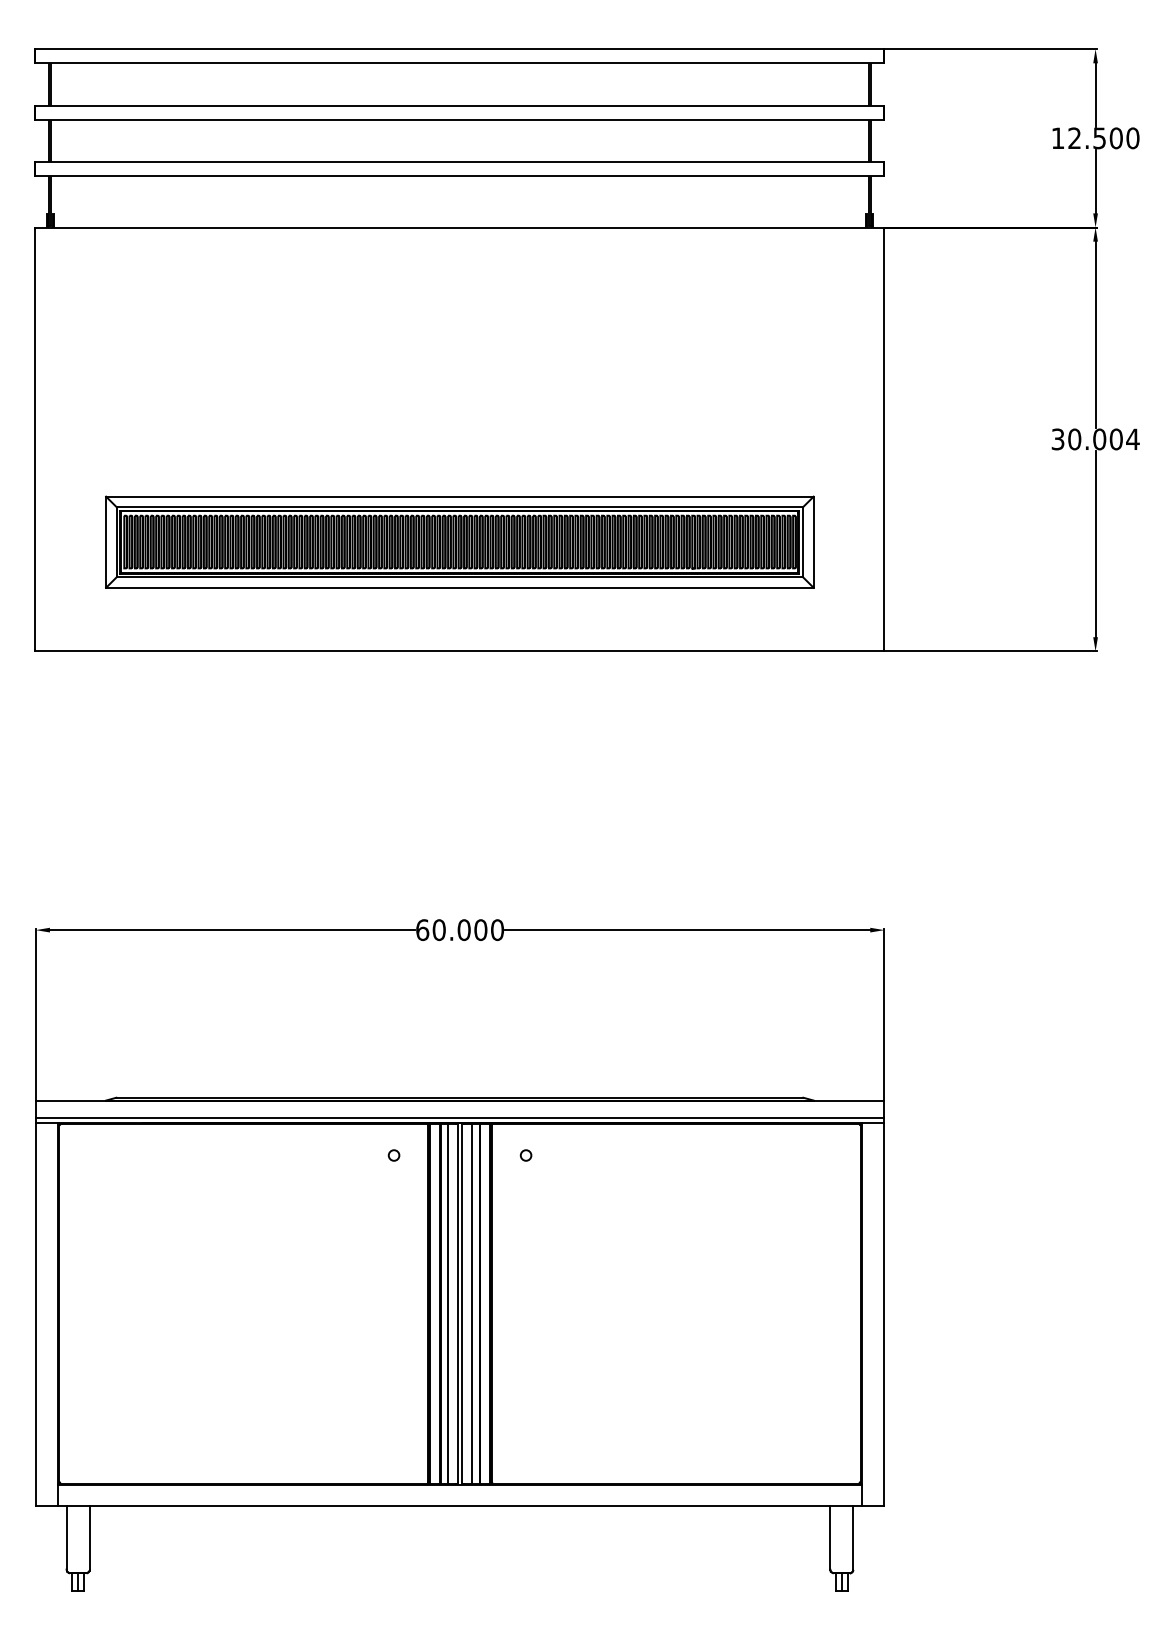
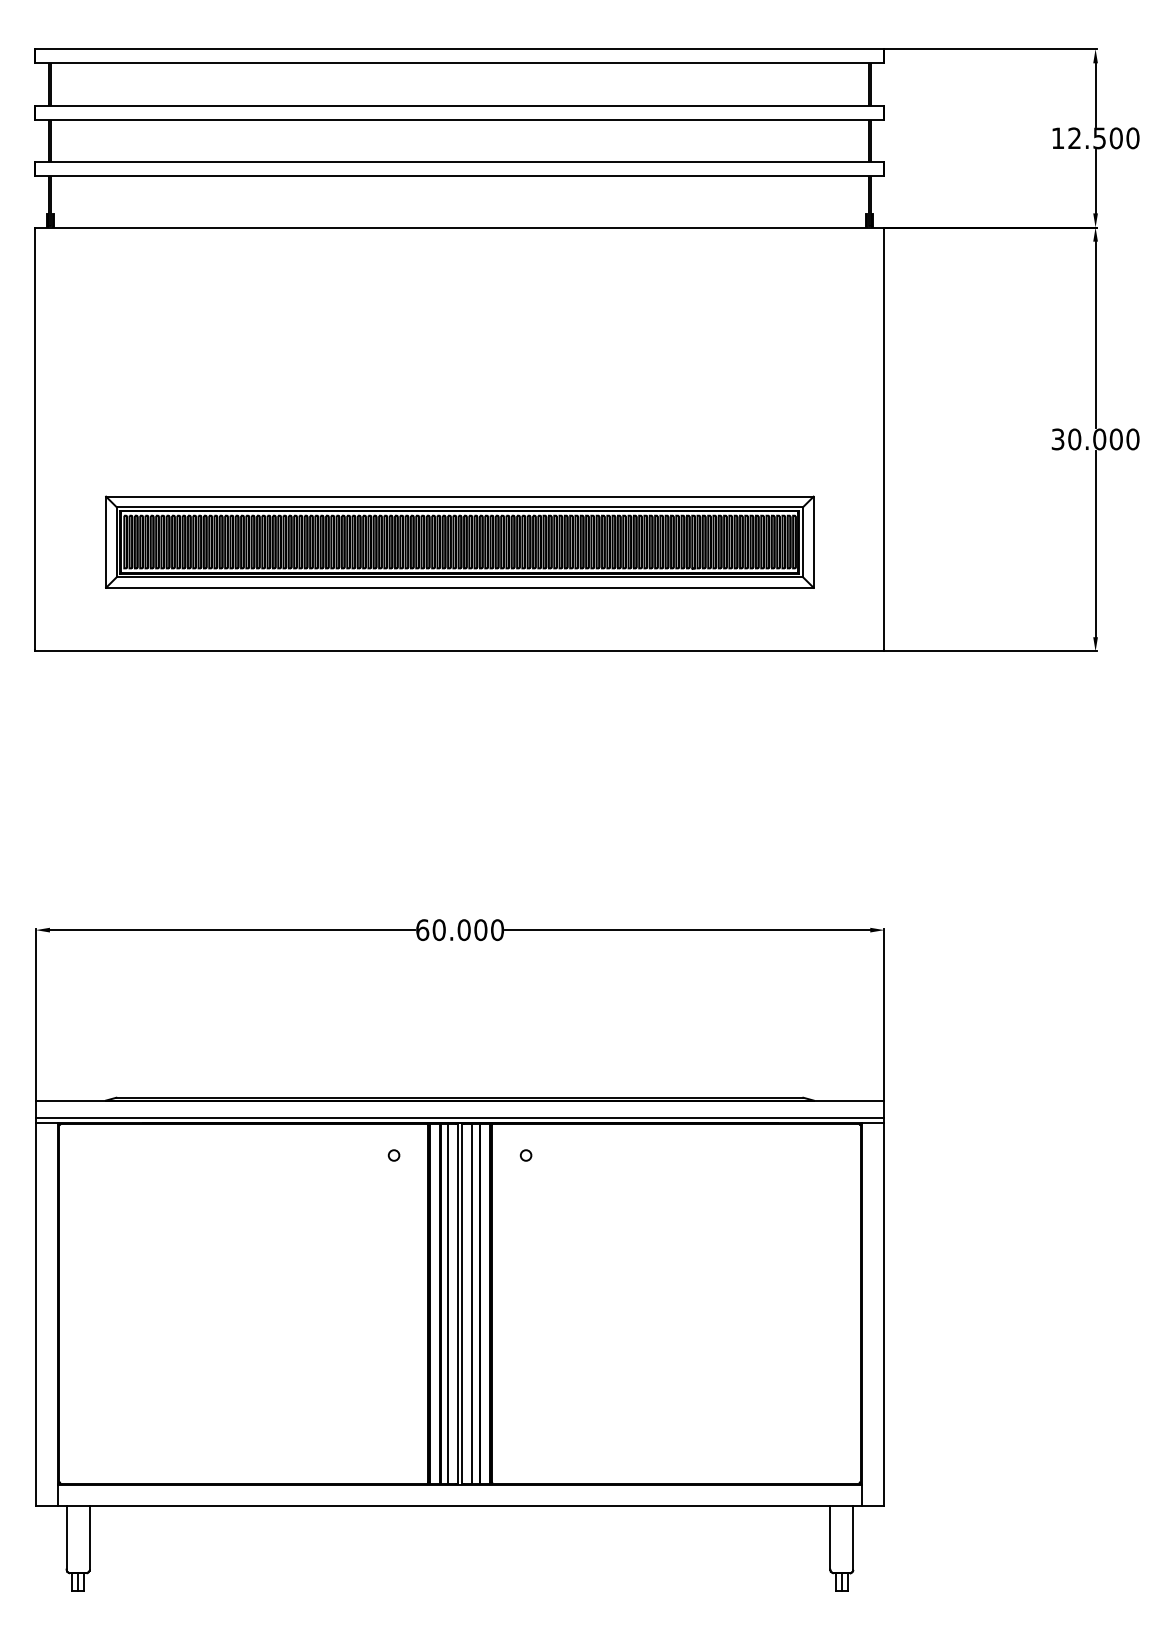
text at (1132, 439): 30.004 -> 30.000
